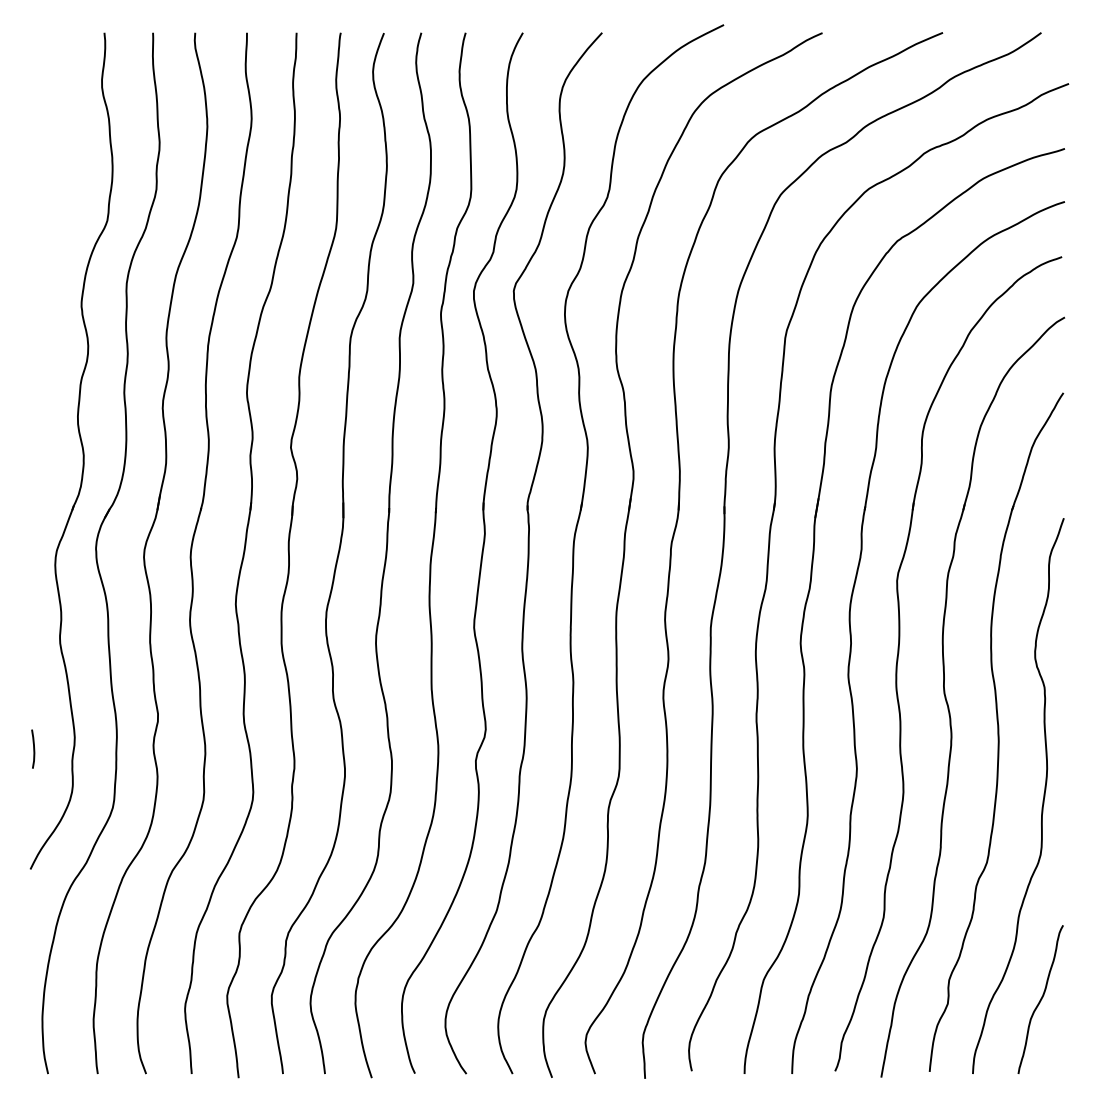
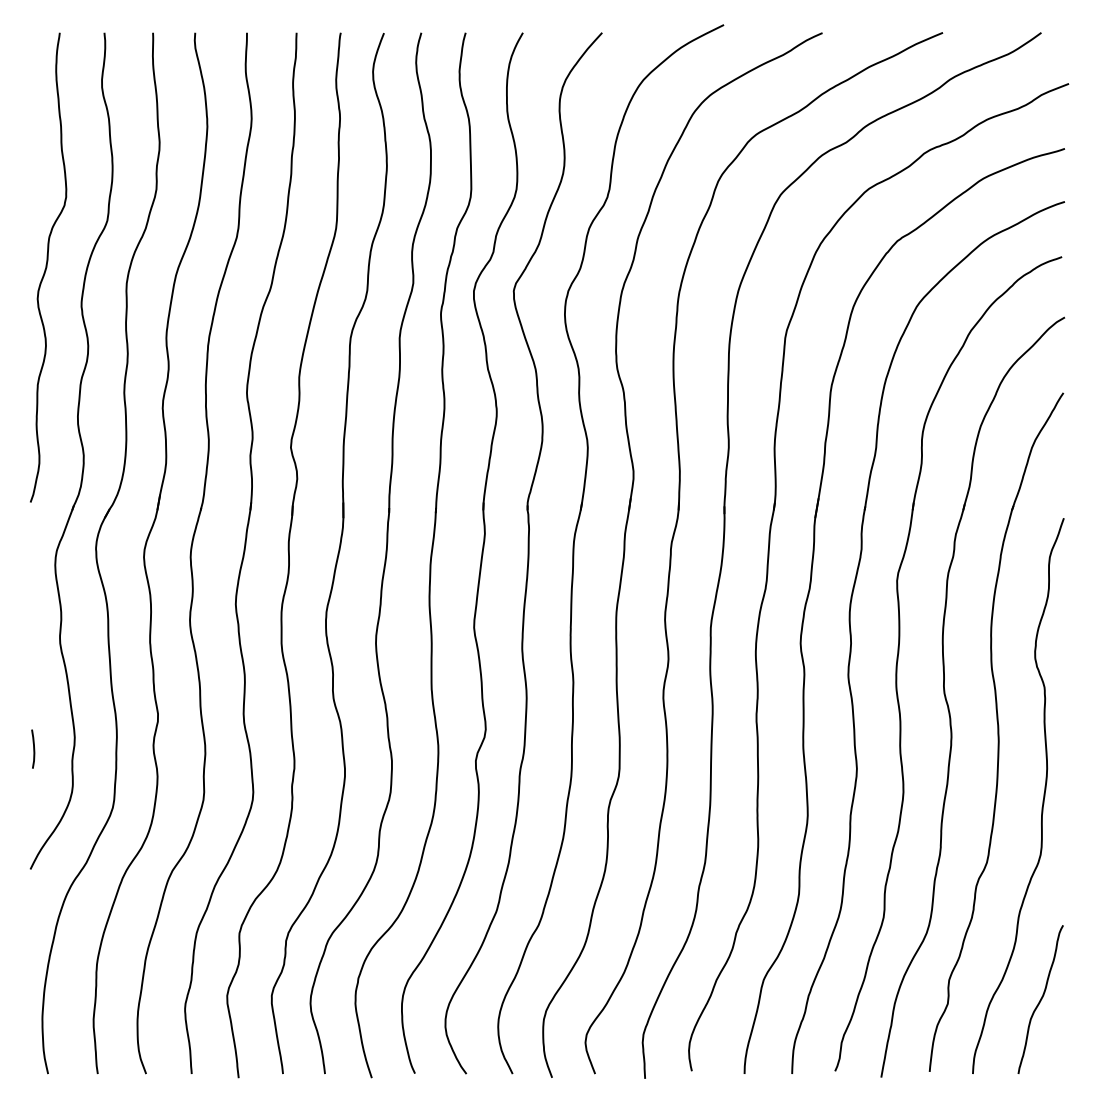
curve at (47, 267): none -> present
